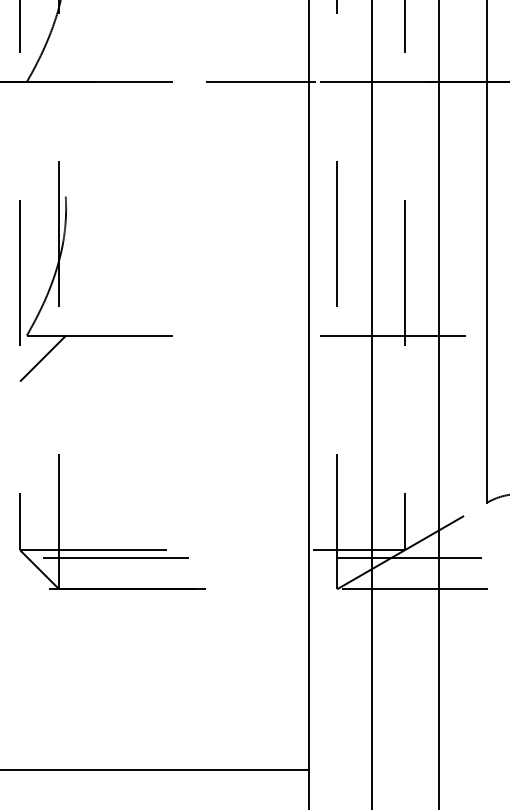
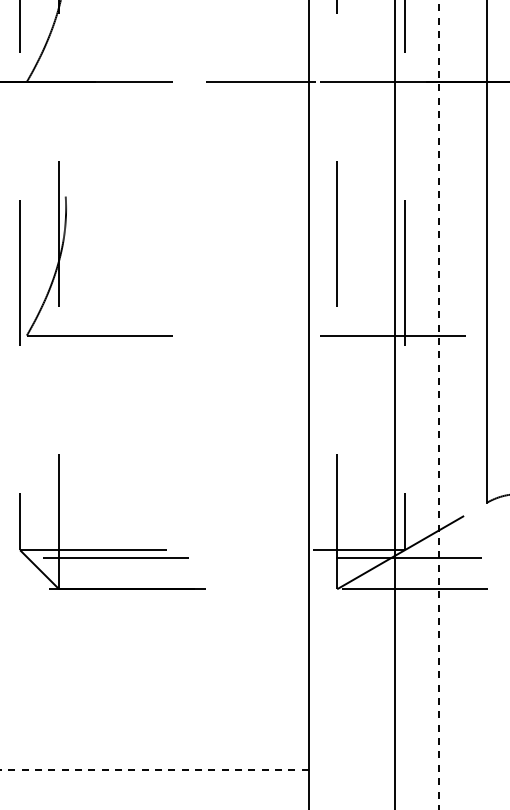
line at (42, 358): present -> none
line at (372, 404) position: (372, 404) -> (395, 404)
line at (438, 405): solid -> dashed
line at (154, 769): solid -> dashed
